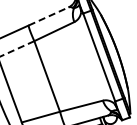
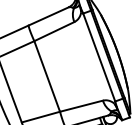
line at (48, 16): dashed -> solid
line at (17, 48): dashed -> solid
